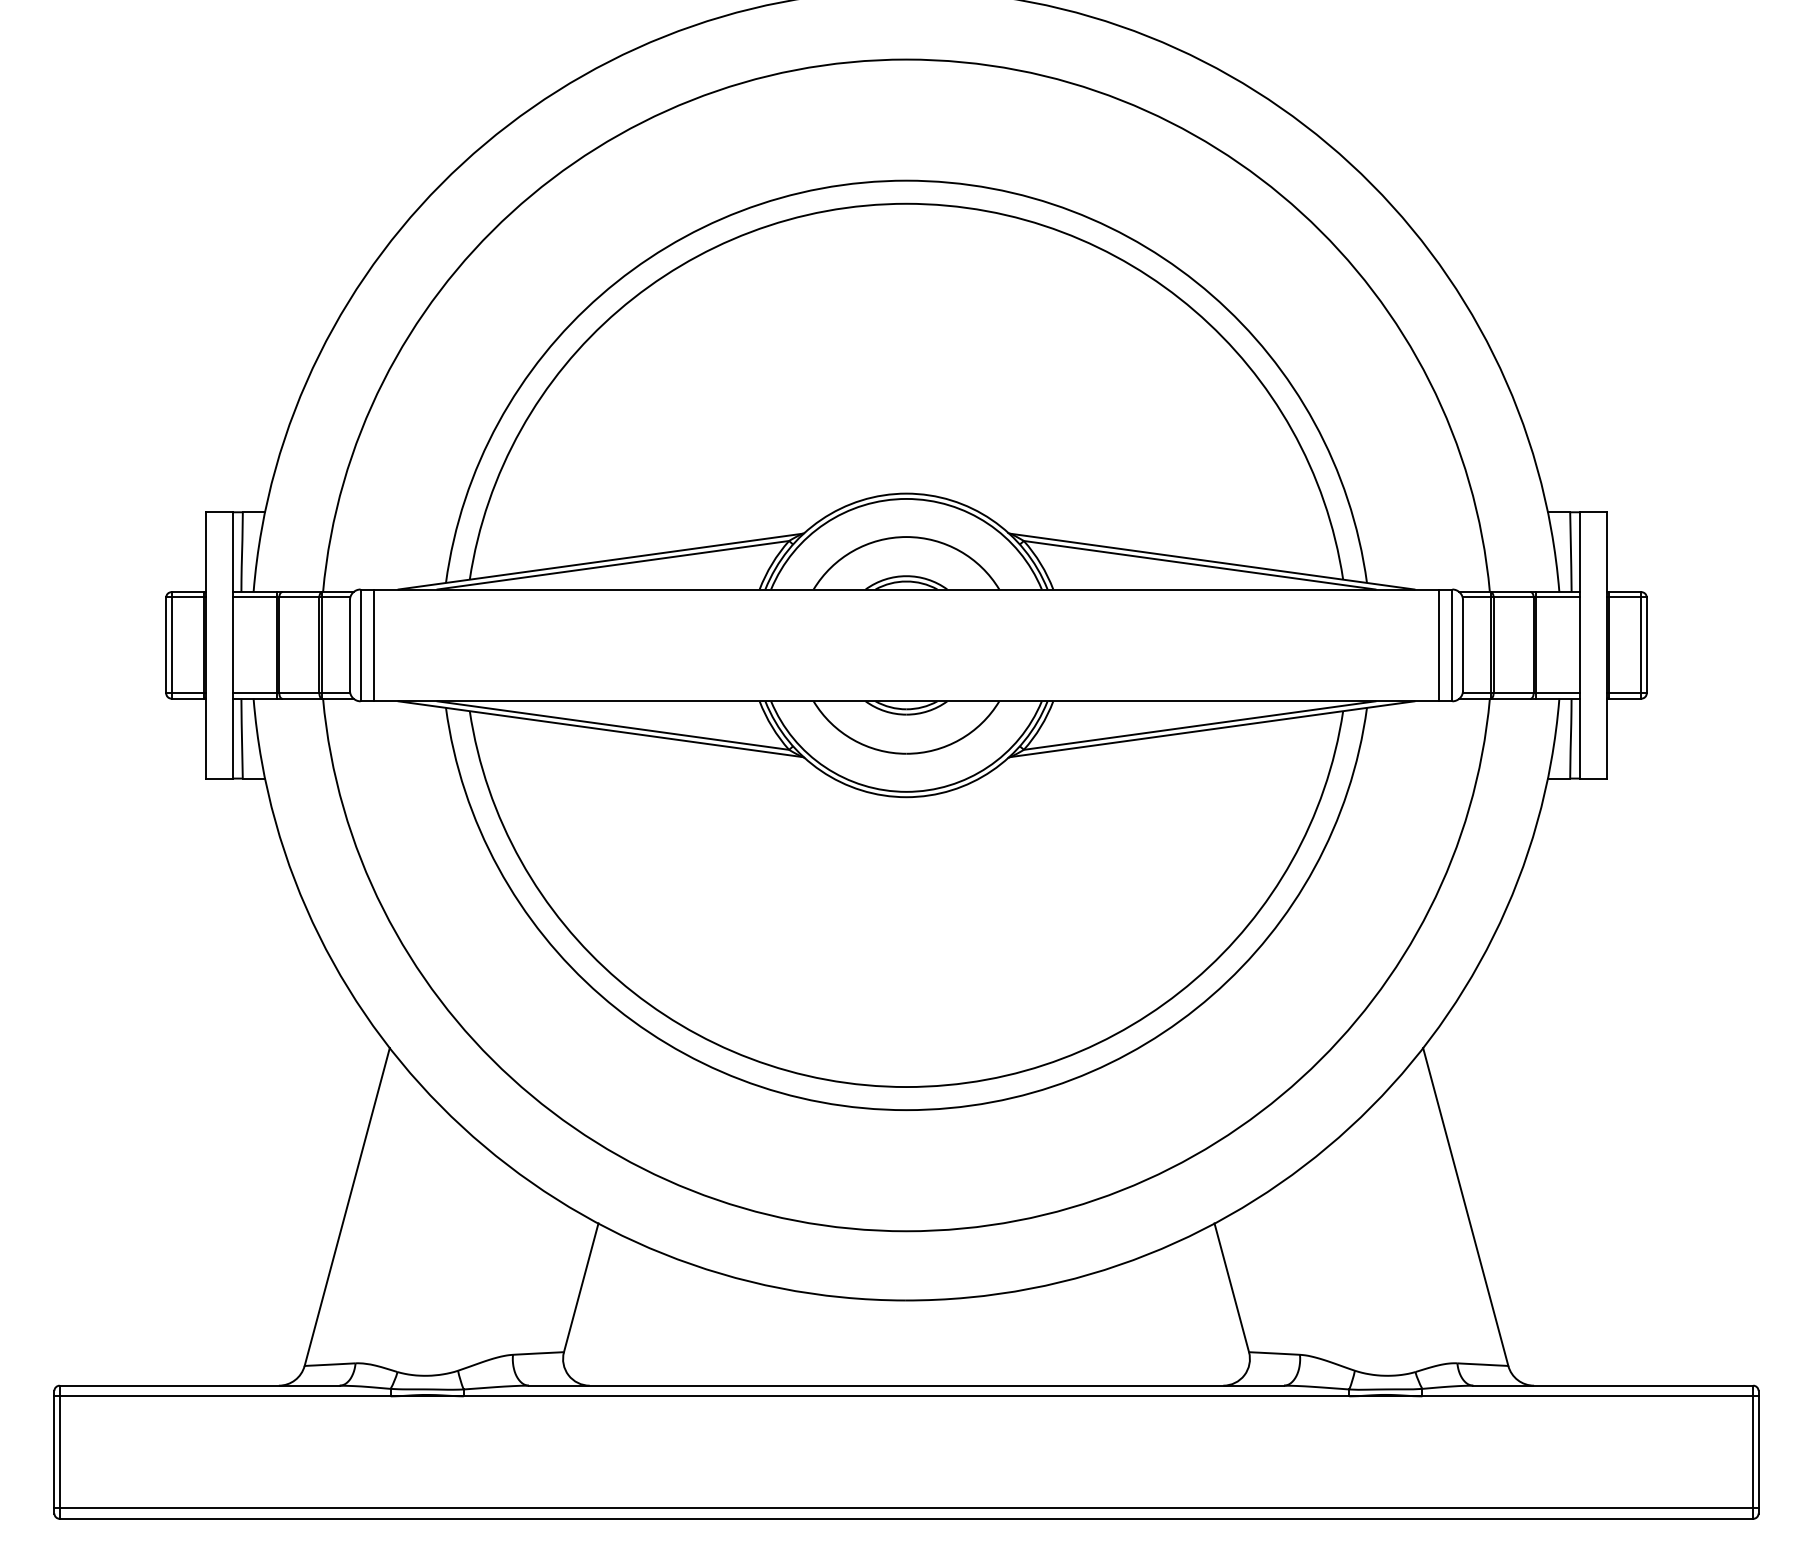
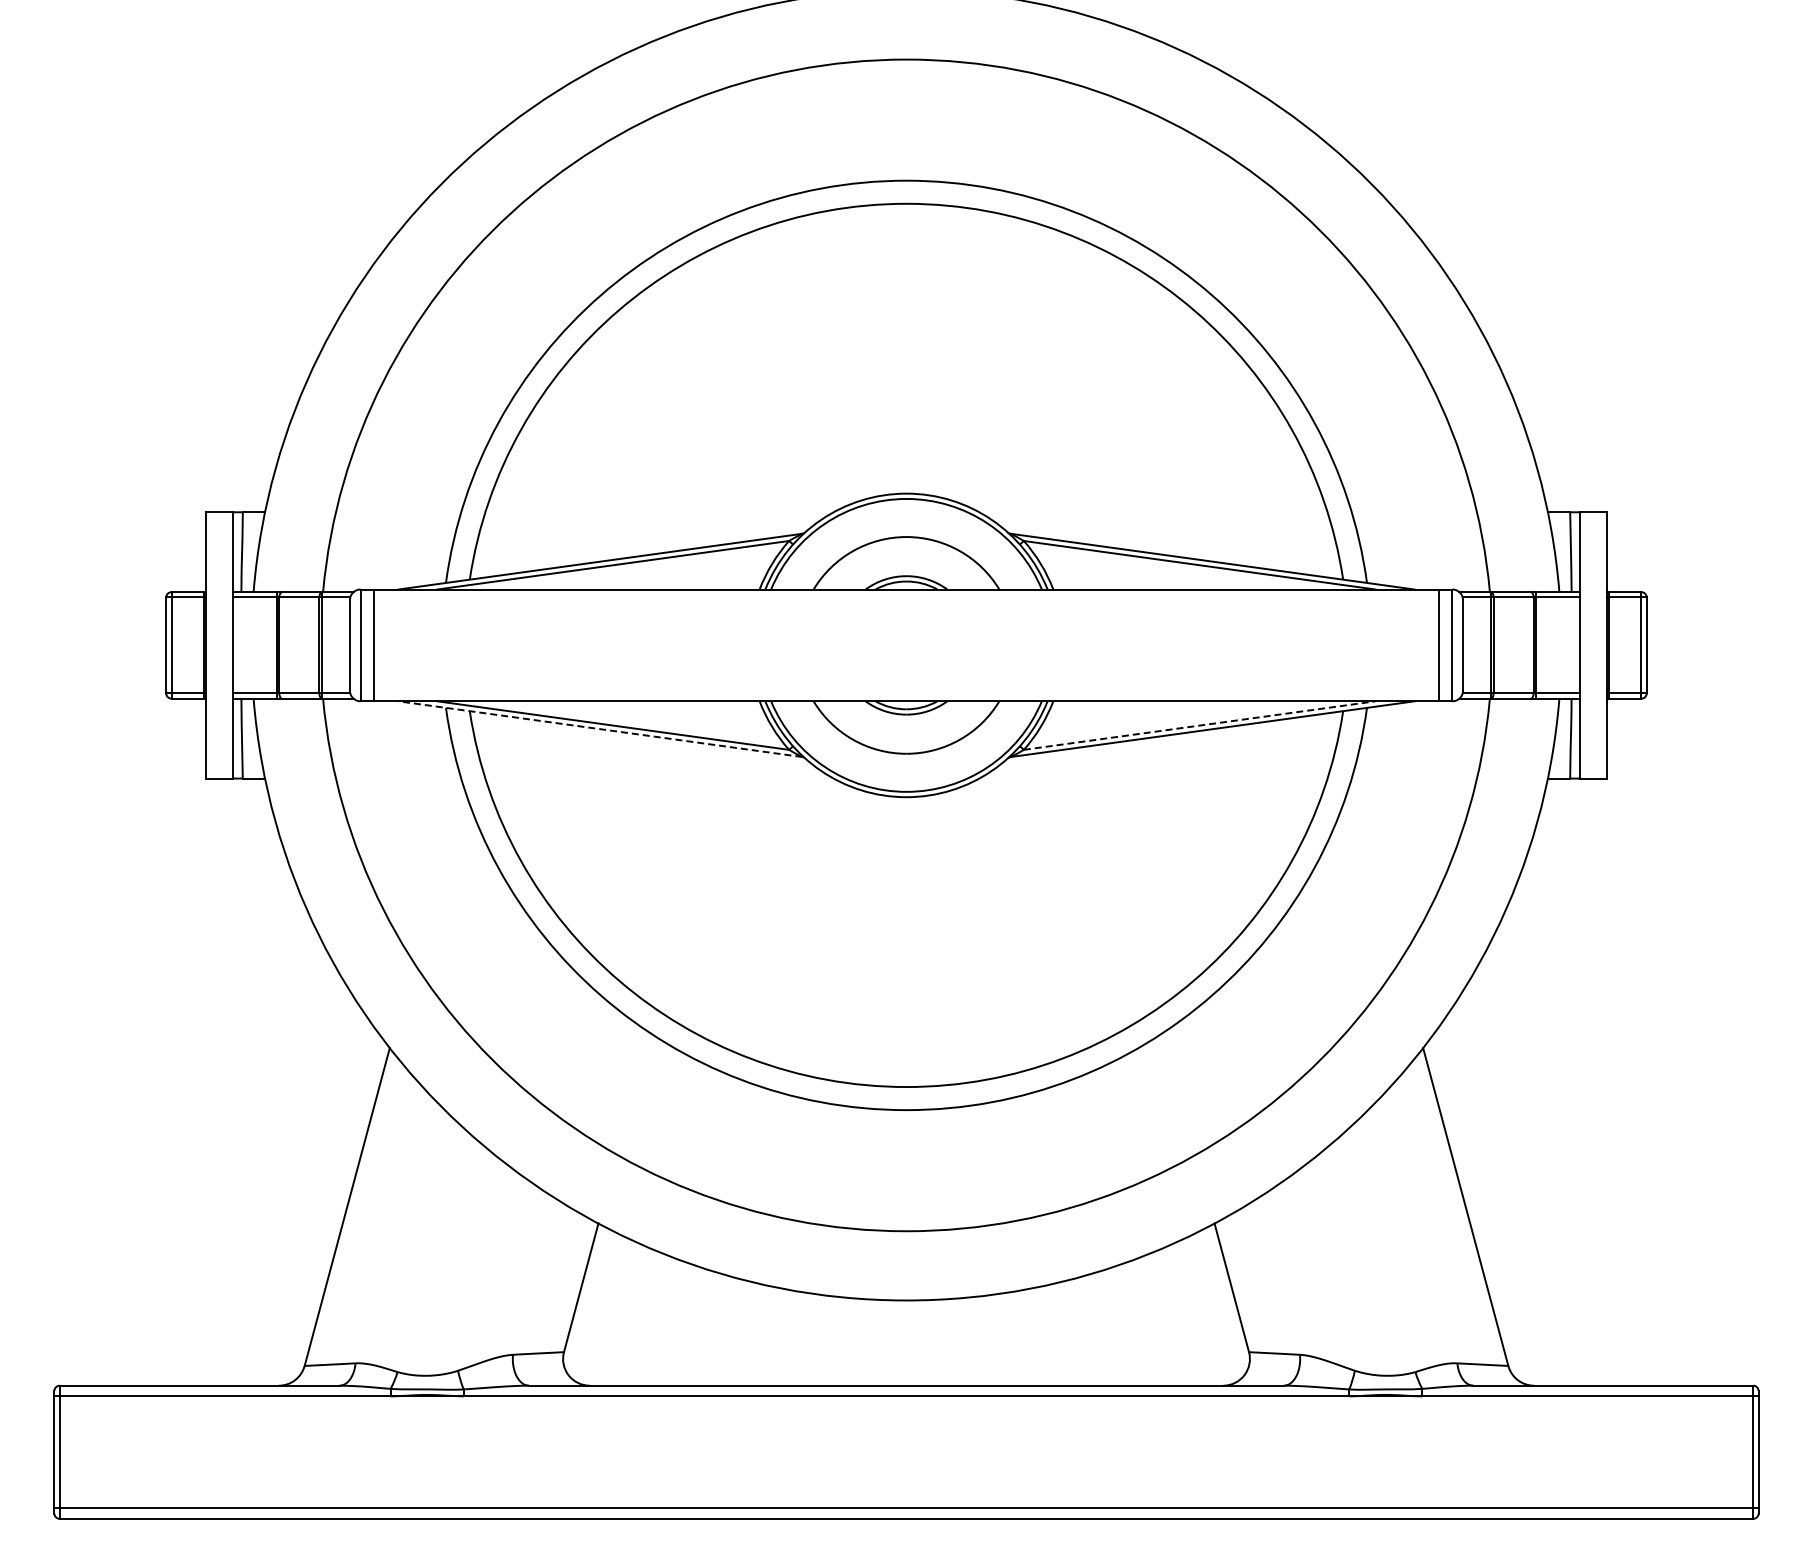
line at (1200, 725): solid -> dashed
line at (600, 729): solid -> dashed
